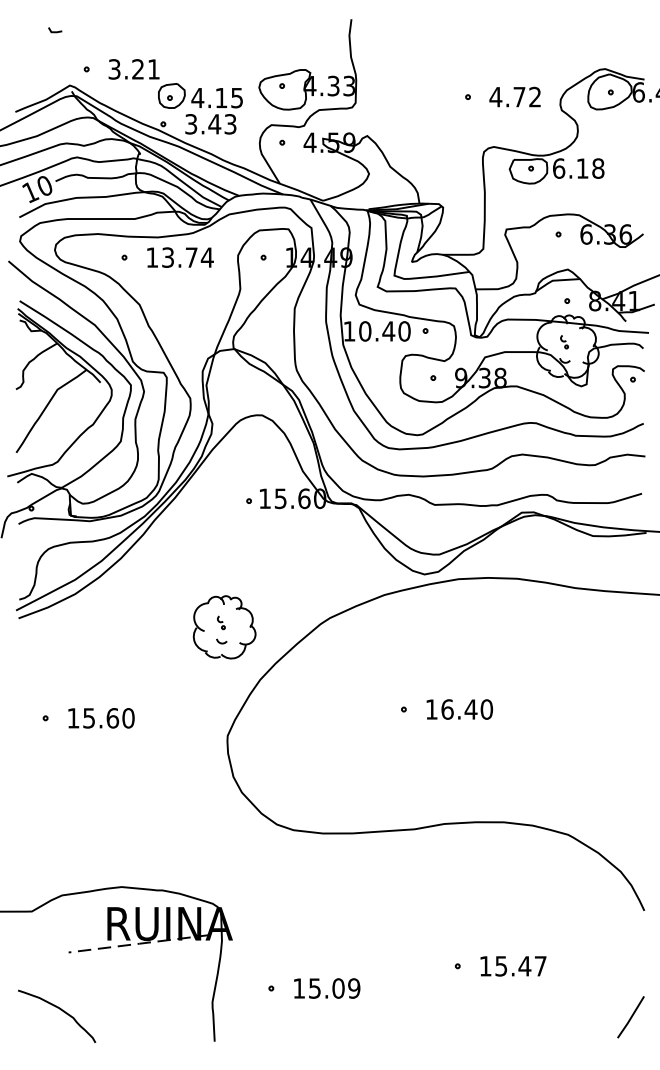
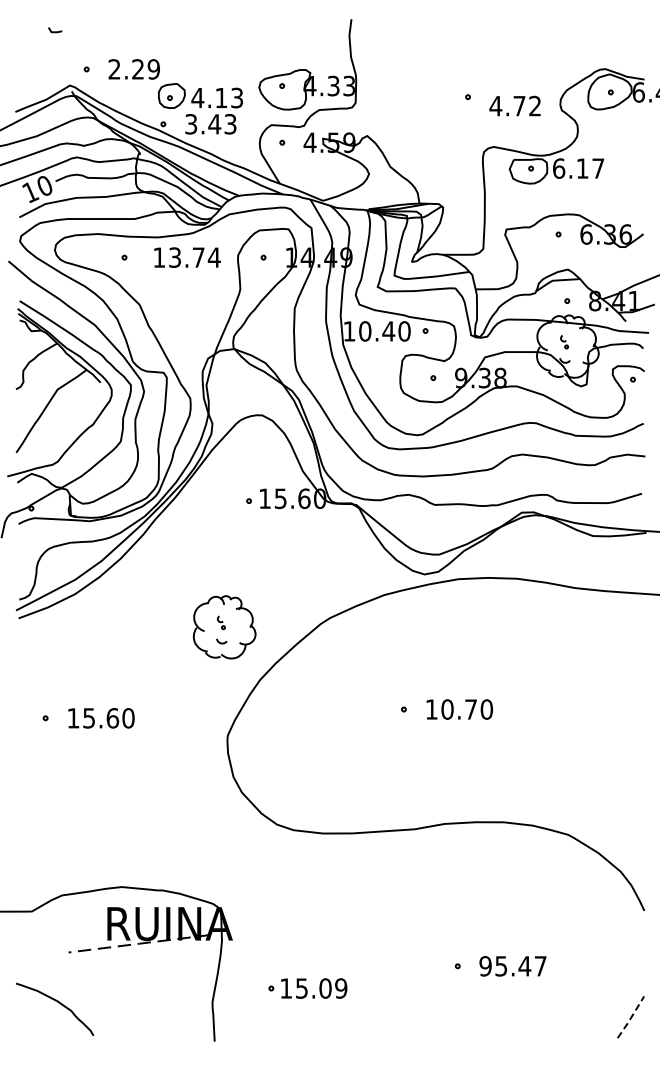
text at (133, 69): 3.21 -> 2.29
text at (514, 96) position: (514, 96) -> (514, 105)
text at (237, 97): 4.15 -> 4.13
text at (598, 168): 6.18 -> 6.17
text at (180, 257) position: (180, 257) -> (187, 257)
text at (459, 709): 16.40 -> 10.70
text at (485, 966): 15.47 -> 95.47
text at (327, 988) position: (327, 988) -> (314, 988)
curve at (60, 1010) position: (60, 1010) -> (58, 1003)
line at (631, 1017): solid -> dashed
